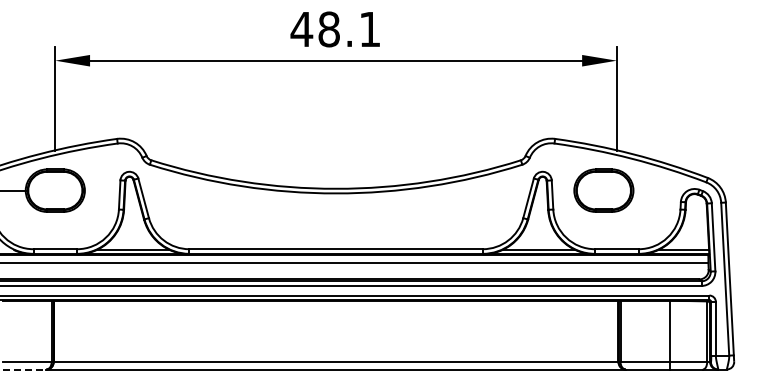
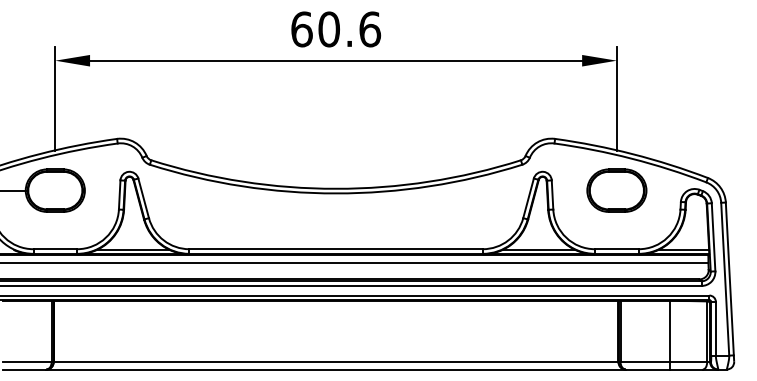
text at (335, 29): 48.1 -> 60.6
part at (603, 190) position: (603, 190) -> (616, 190)
line at (24, 369): dashed -> solid
